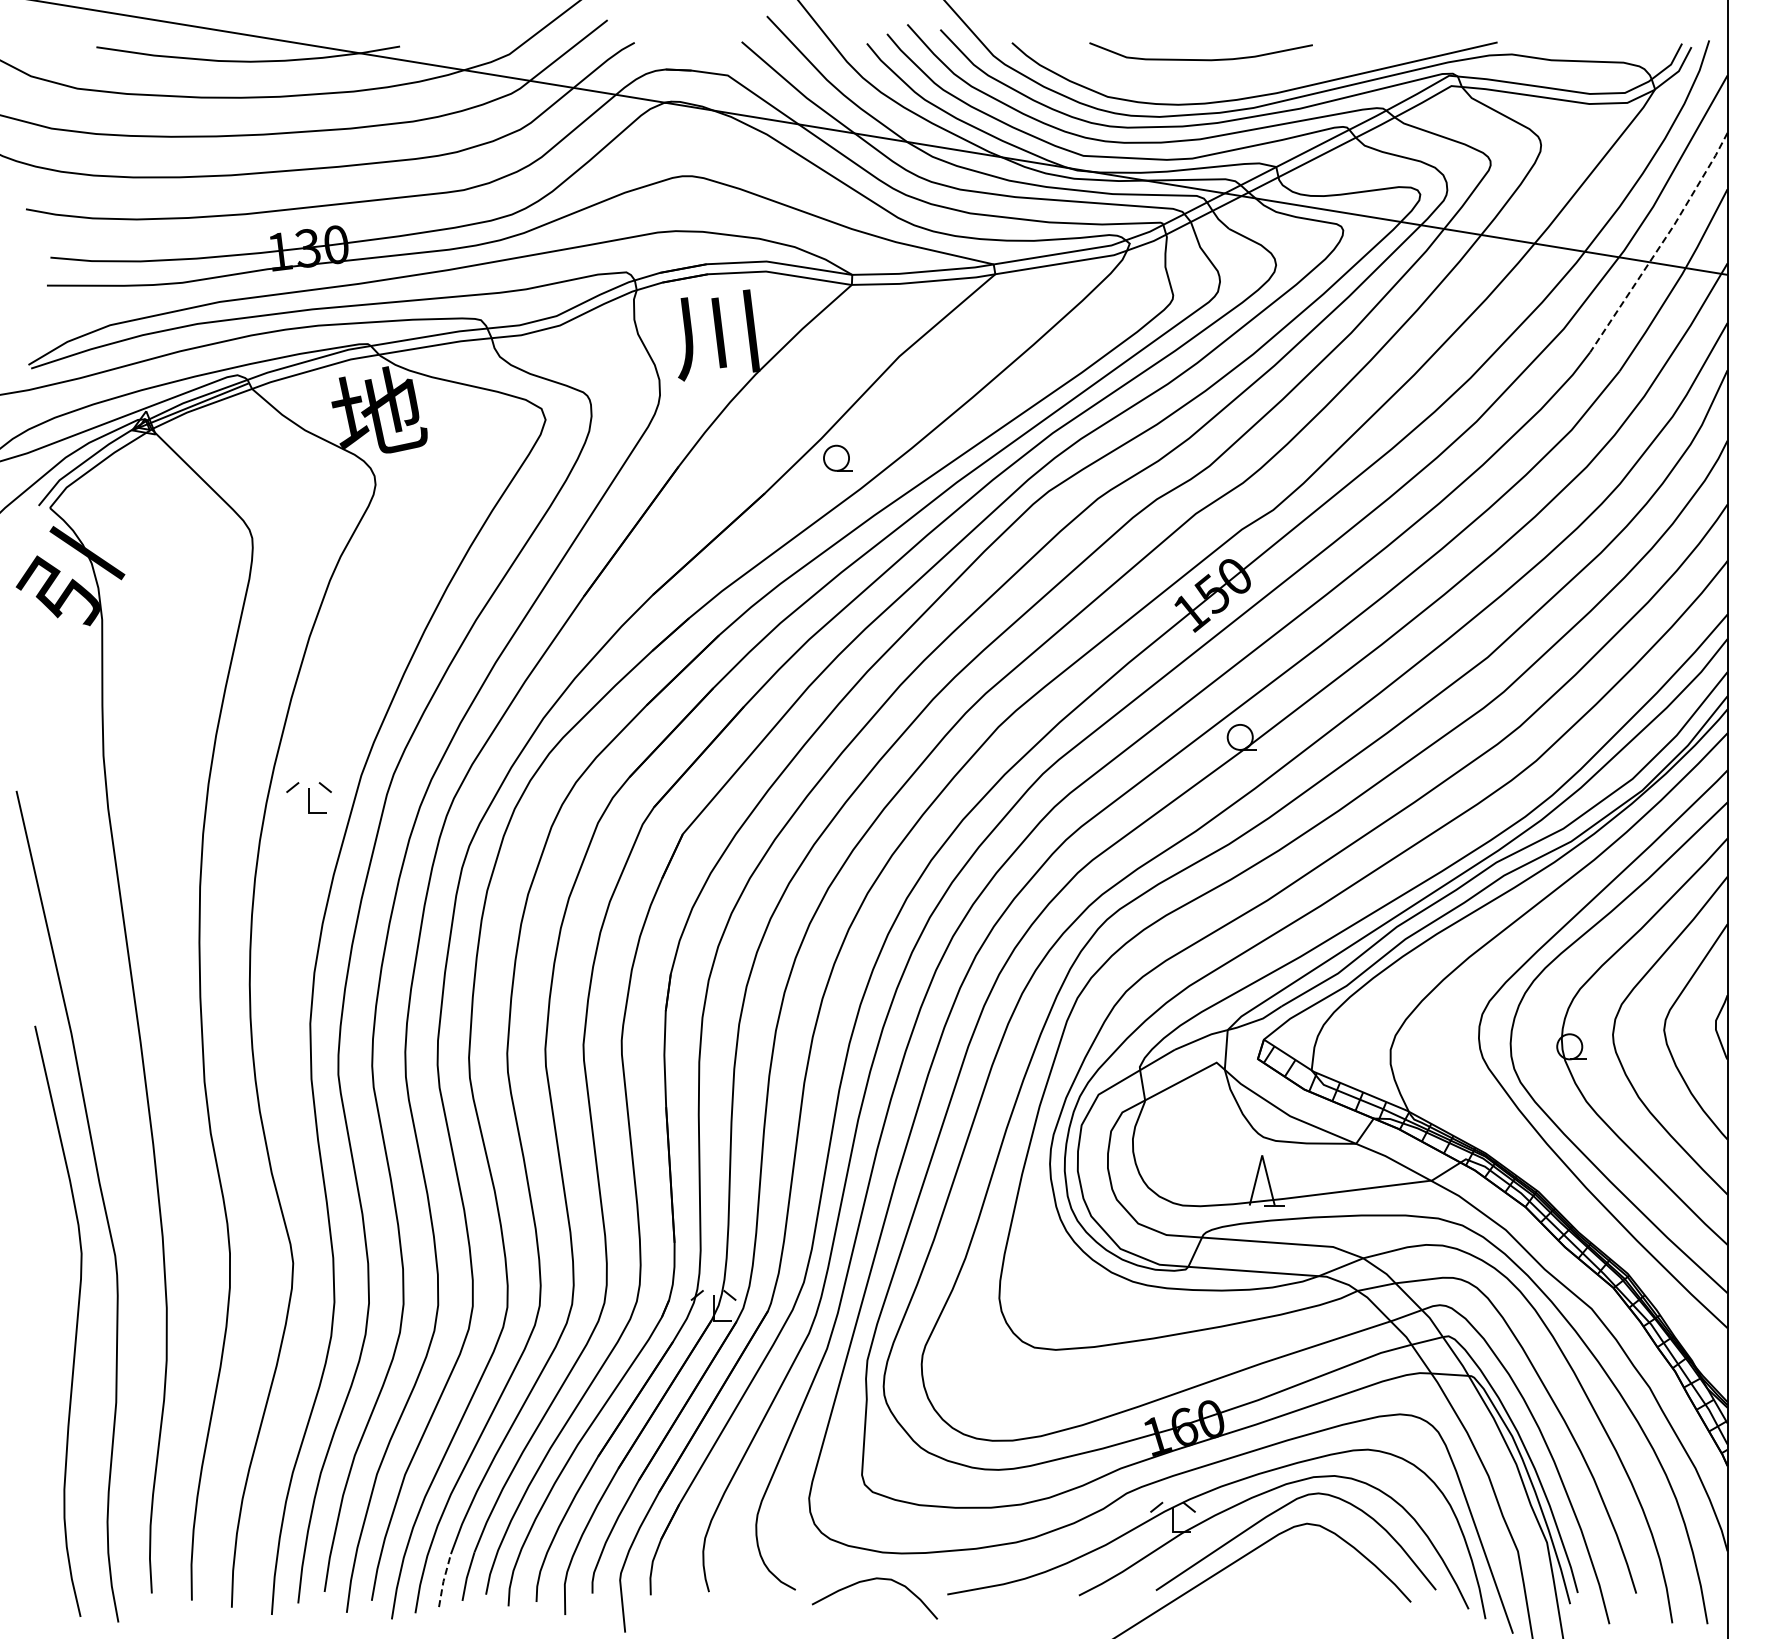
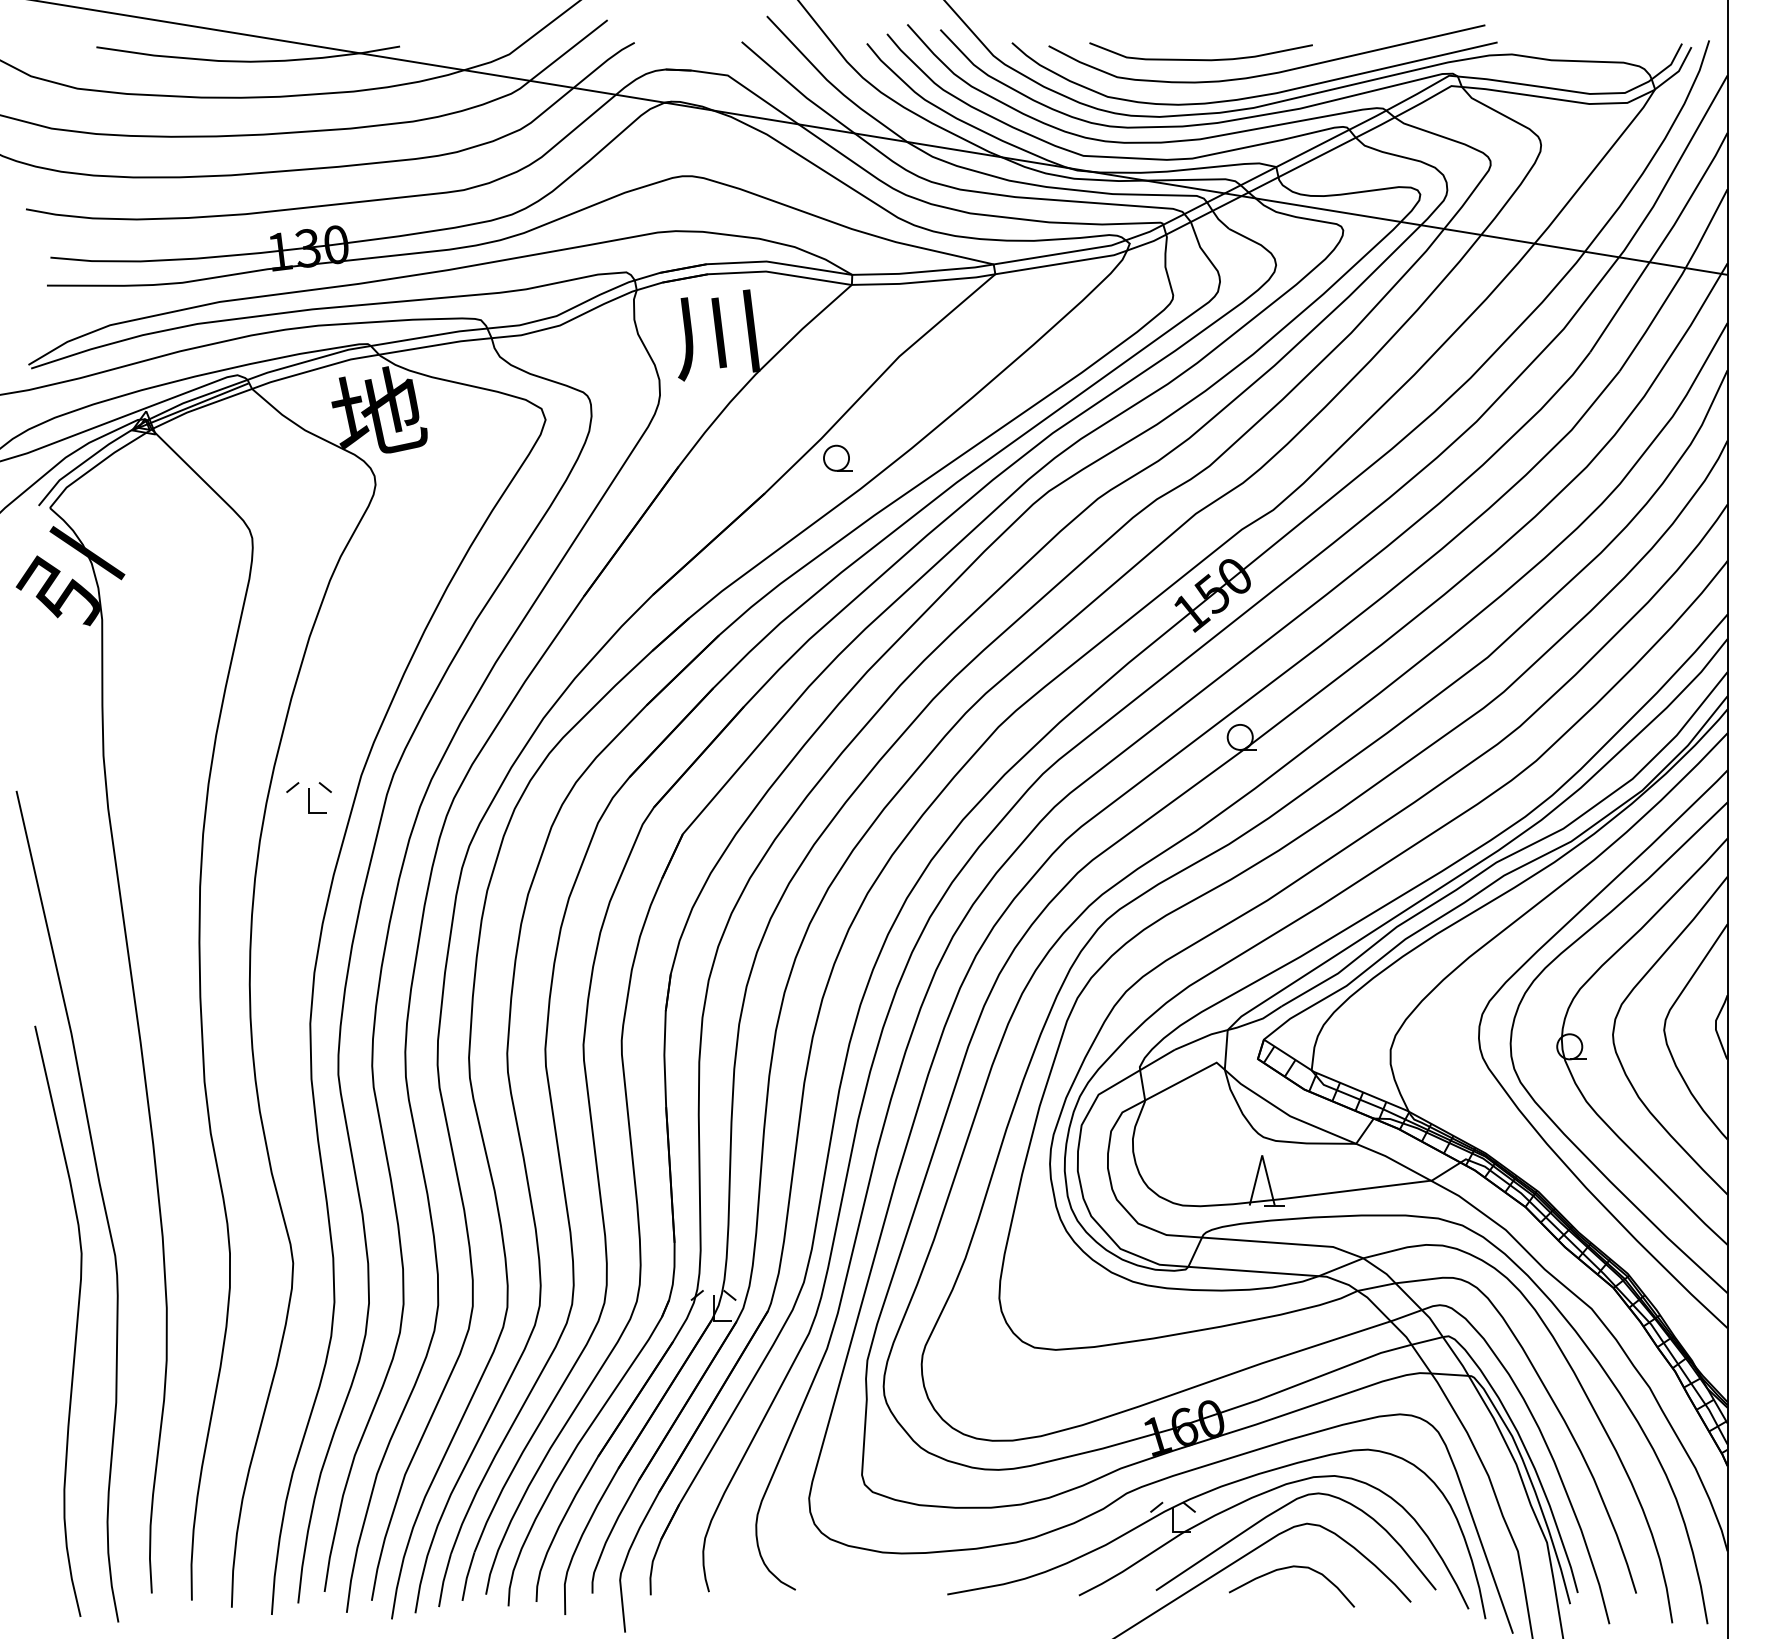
curve at (1272, 72): none -> present
line at (1662, 243): dashed -> solid
line at (443, 1580): dashed -> solid
curve at (872, 1580) position: (872, 1580) -> (1289, 1568)
